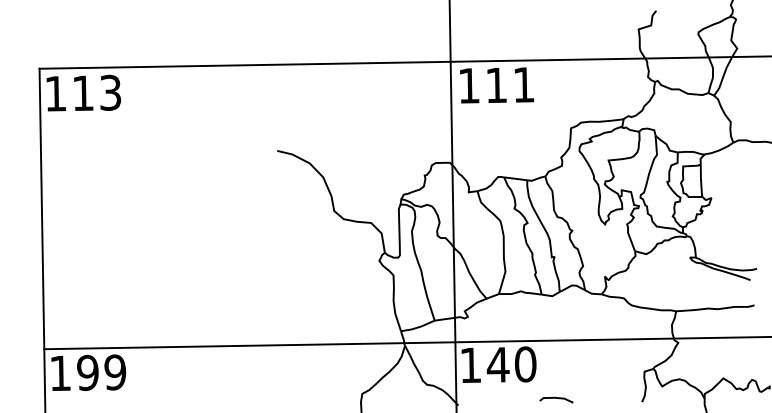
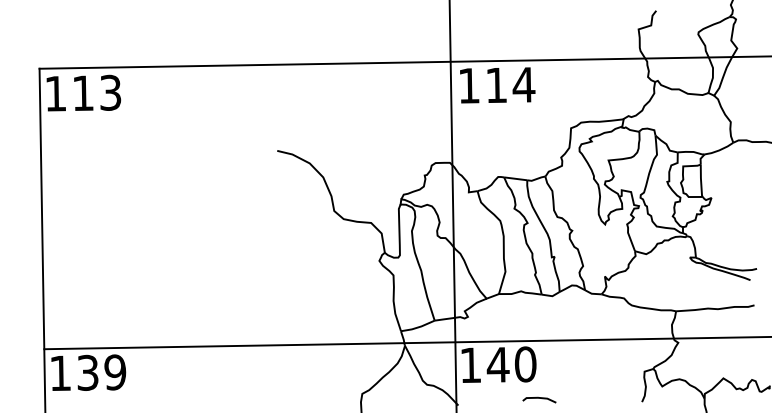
text at (523, 84): 111 -> 114
text at (87, 372): 199 -> 139
line at (556, 398) position: (556, 398) -> (539, 398)
